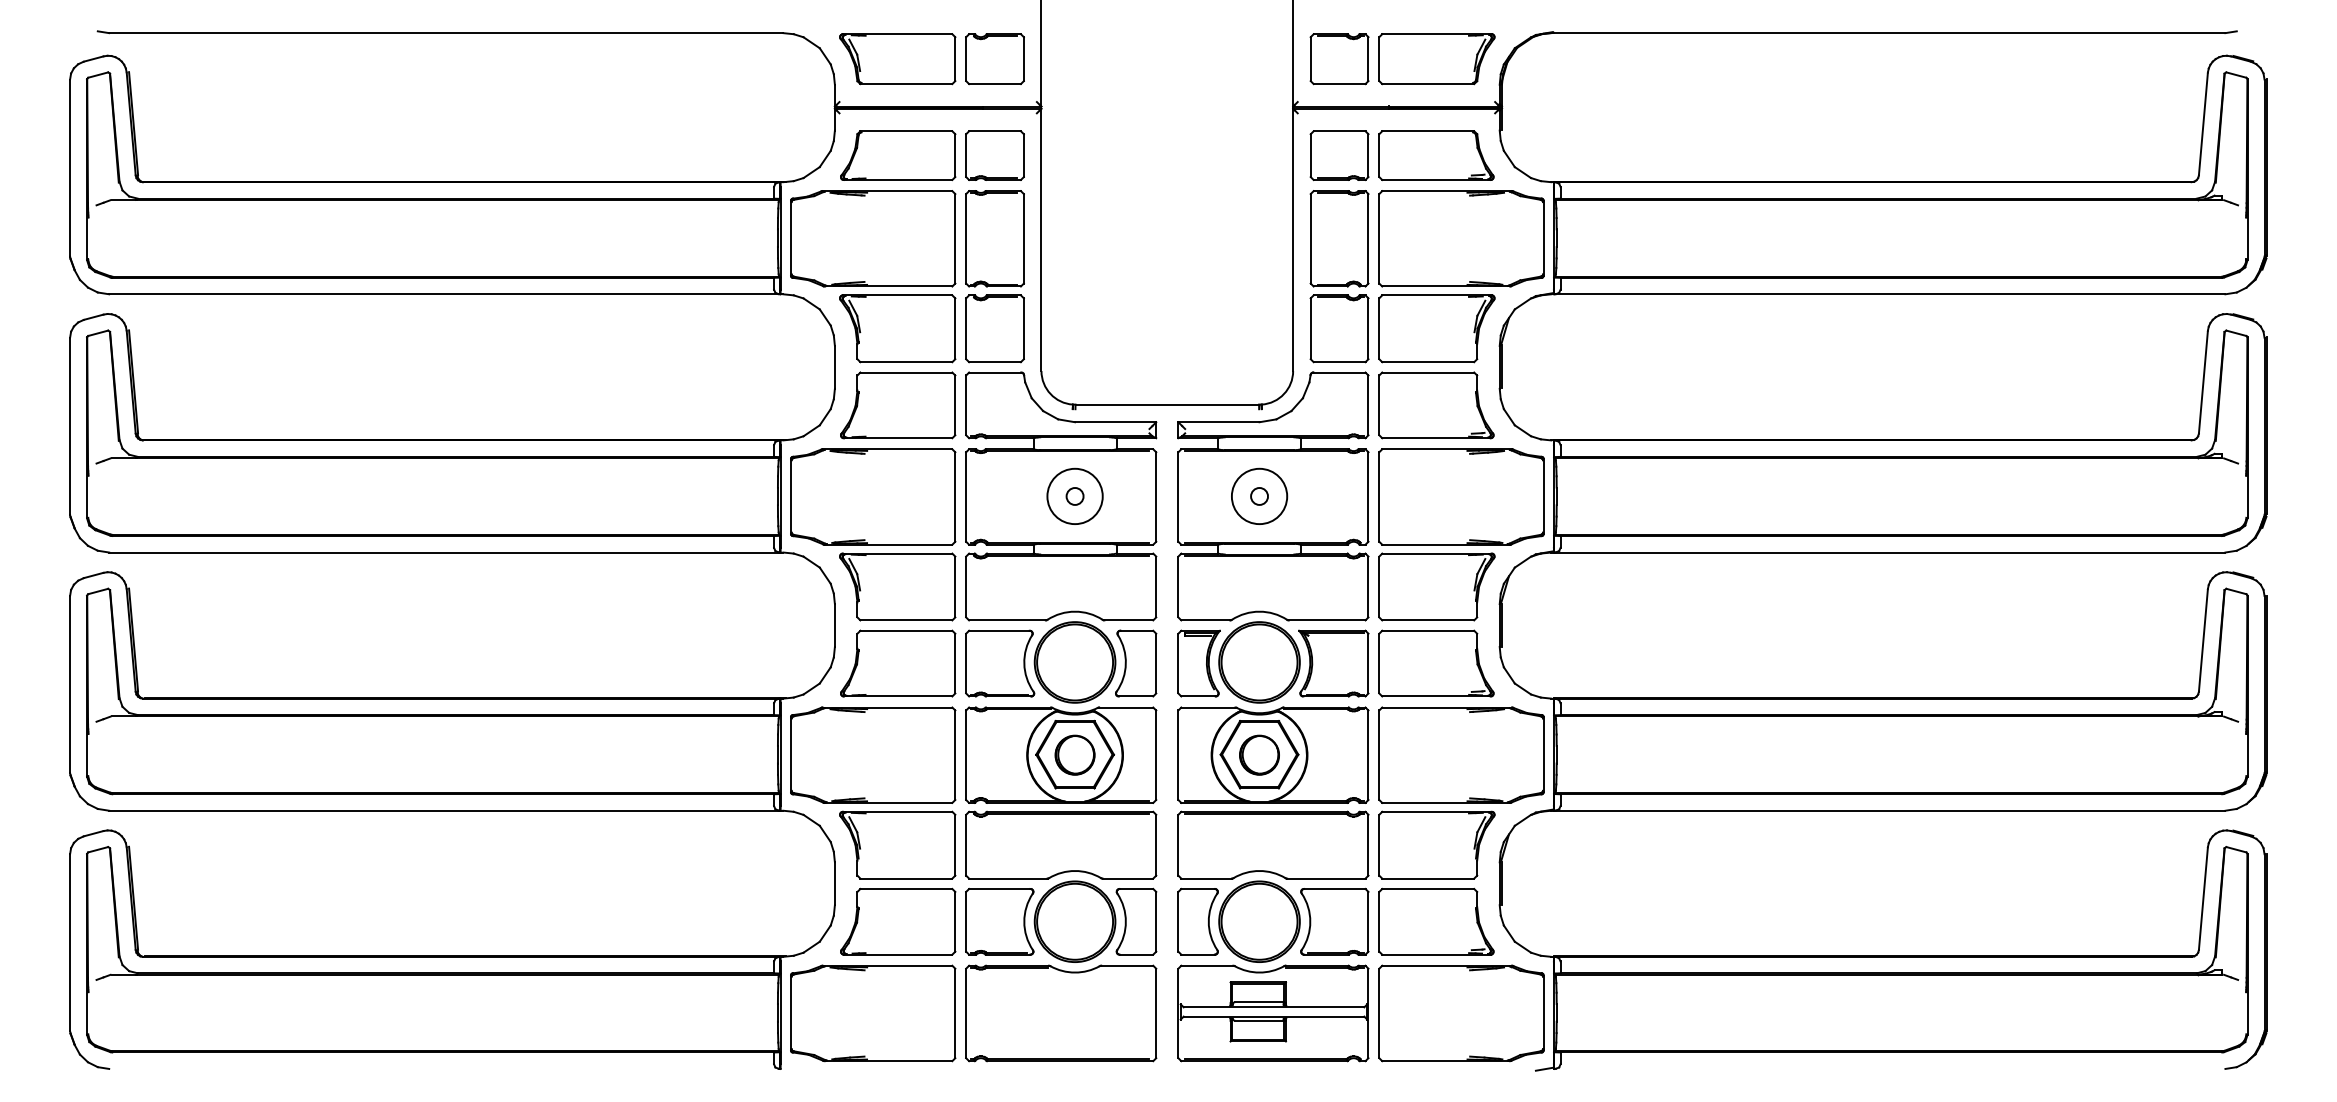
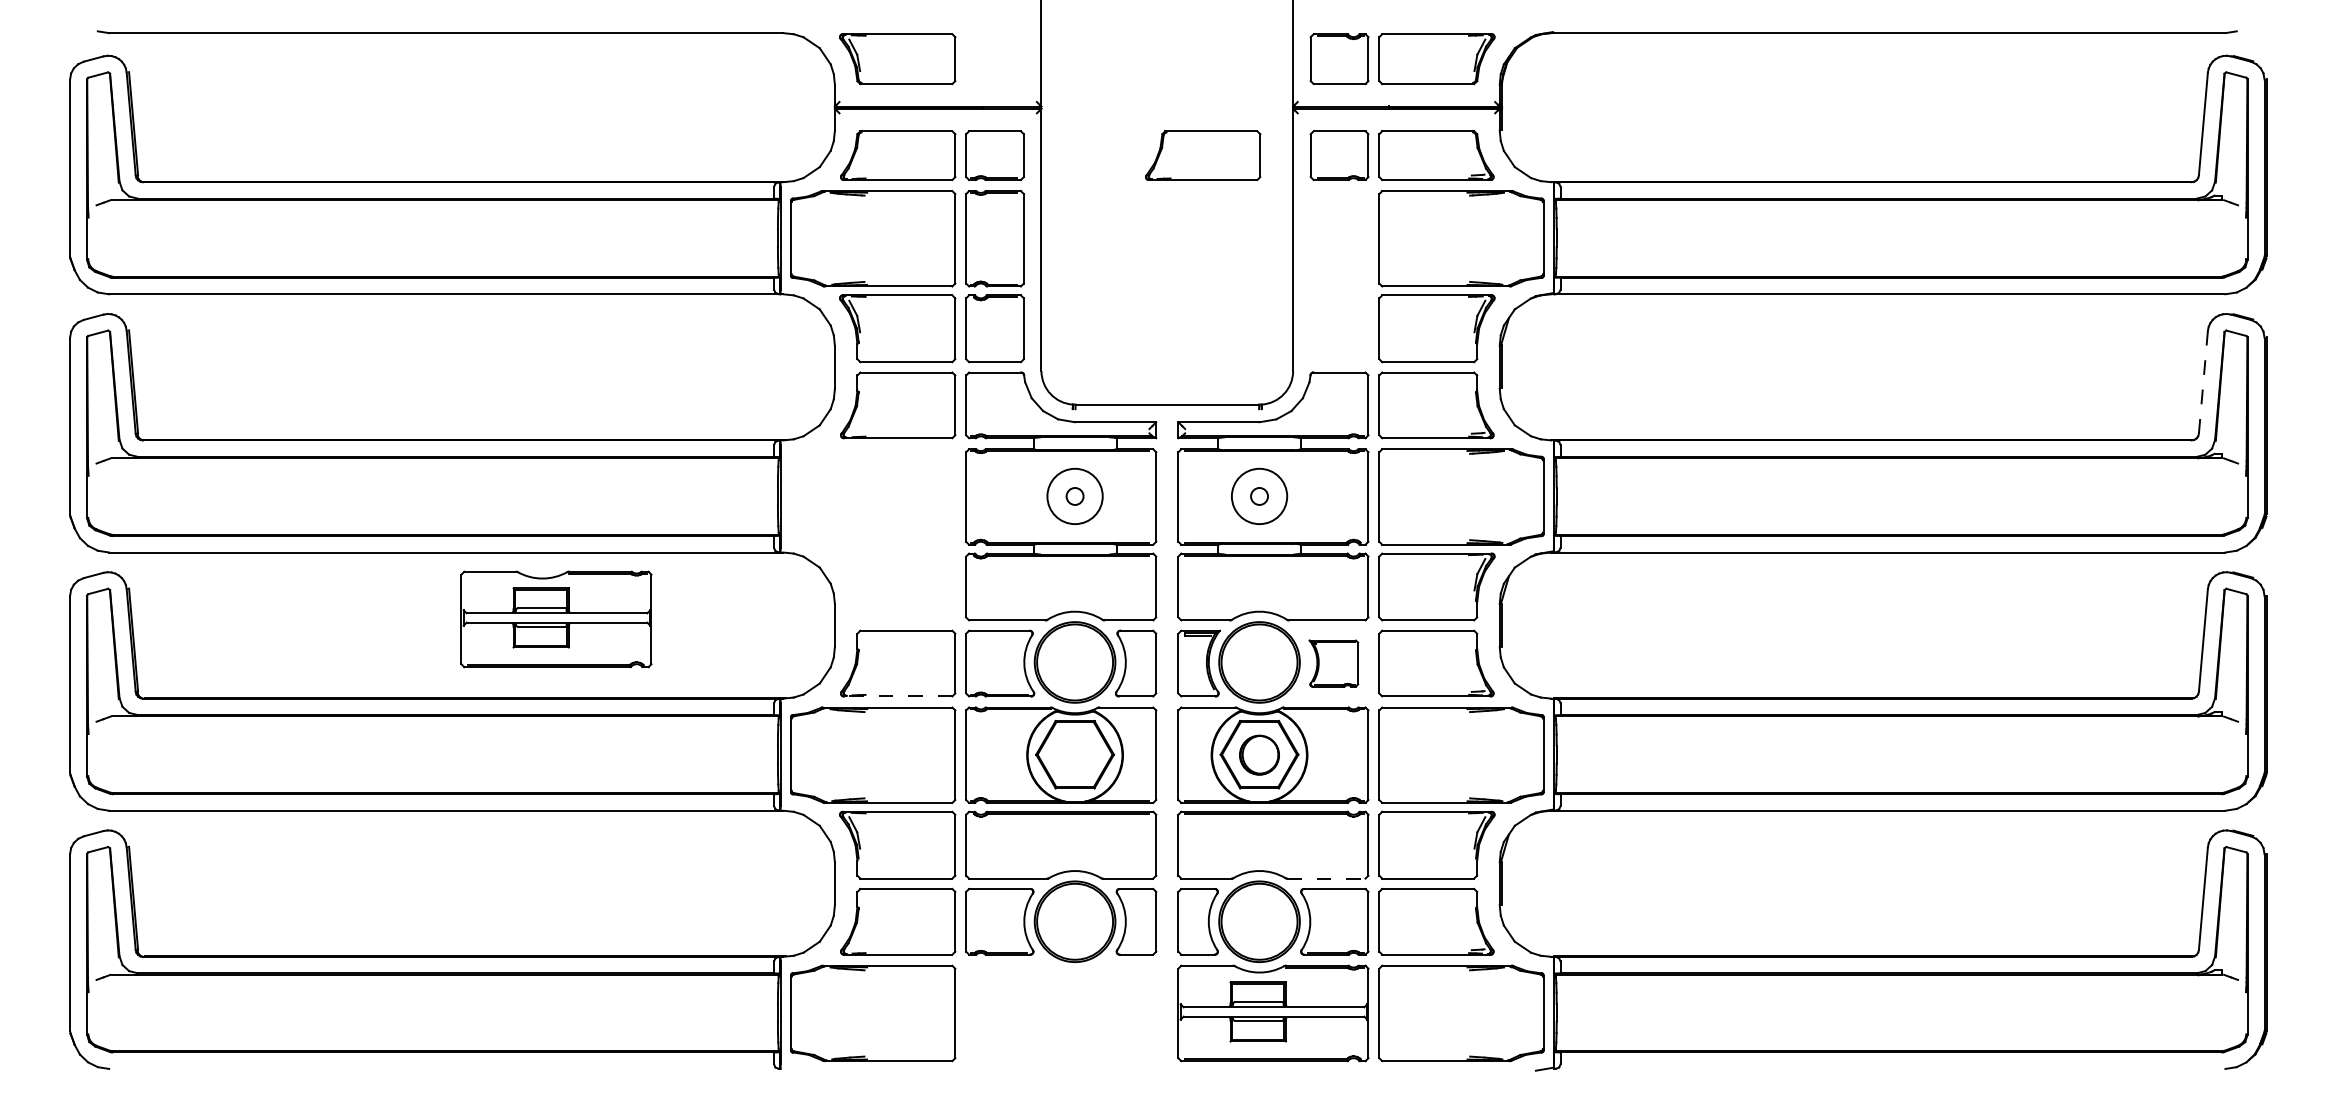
part at (994, 59): present -> none
part at (1203, 155): none -> present
part at (1339, 276): present -> none
line at (2203, 382): solid -> dashed
part at (873, 534): present -> none
part at (556, 619): none -> present
part at (1333, 663) size: 72x69 px -> 52x49 px
line at (897, 696): solid -> dashed
part at (1074, 754): present -> none
line at (1326, 878): solid -> dashed
part at (1061, 1013): present -> none
